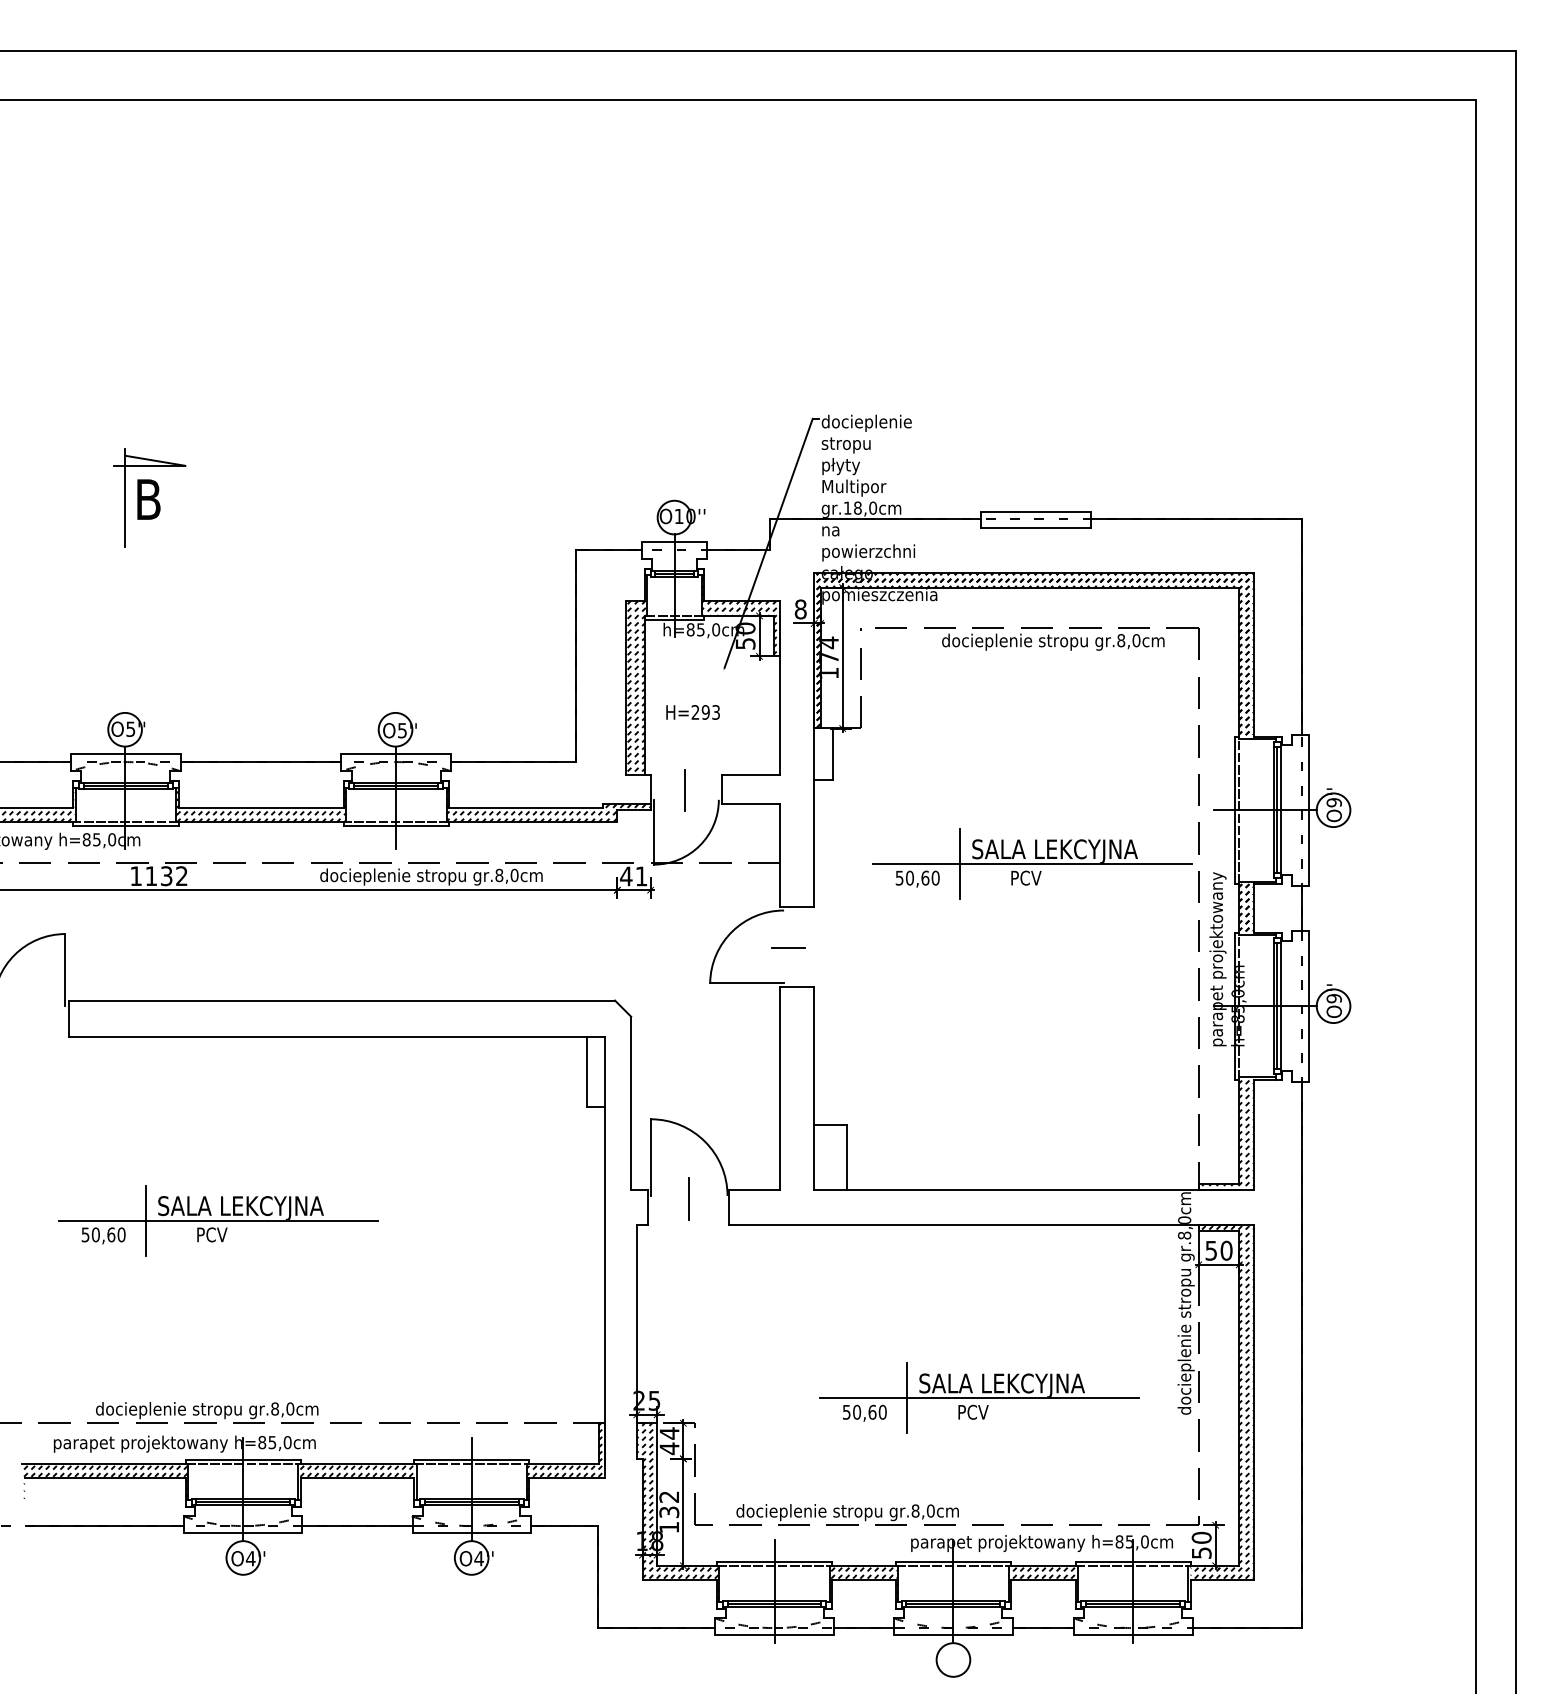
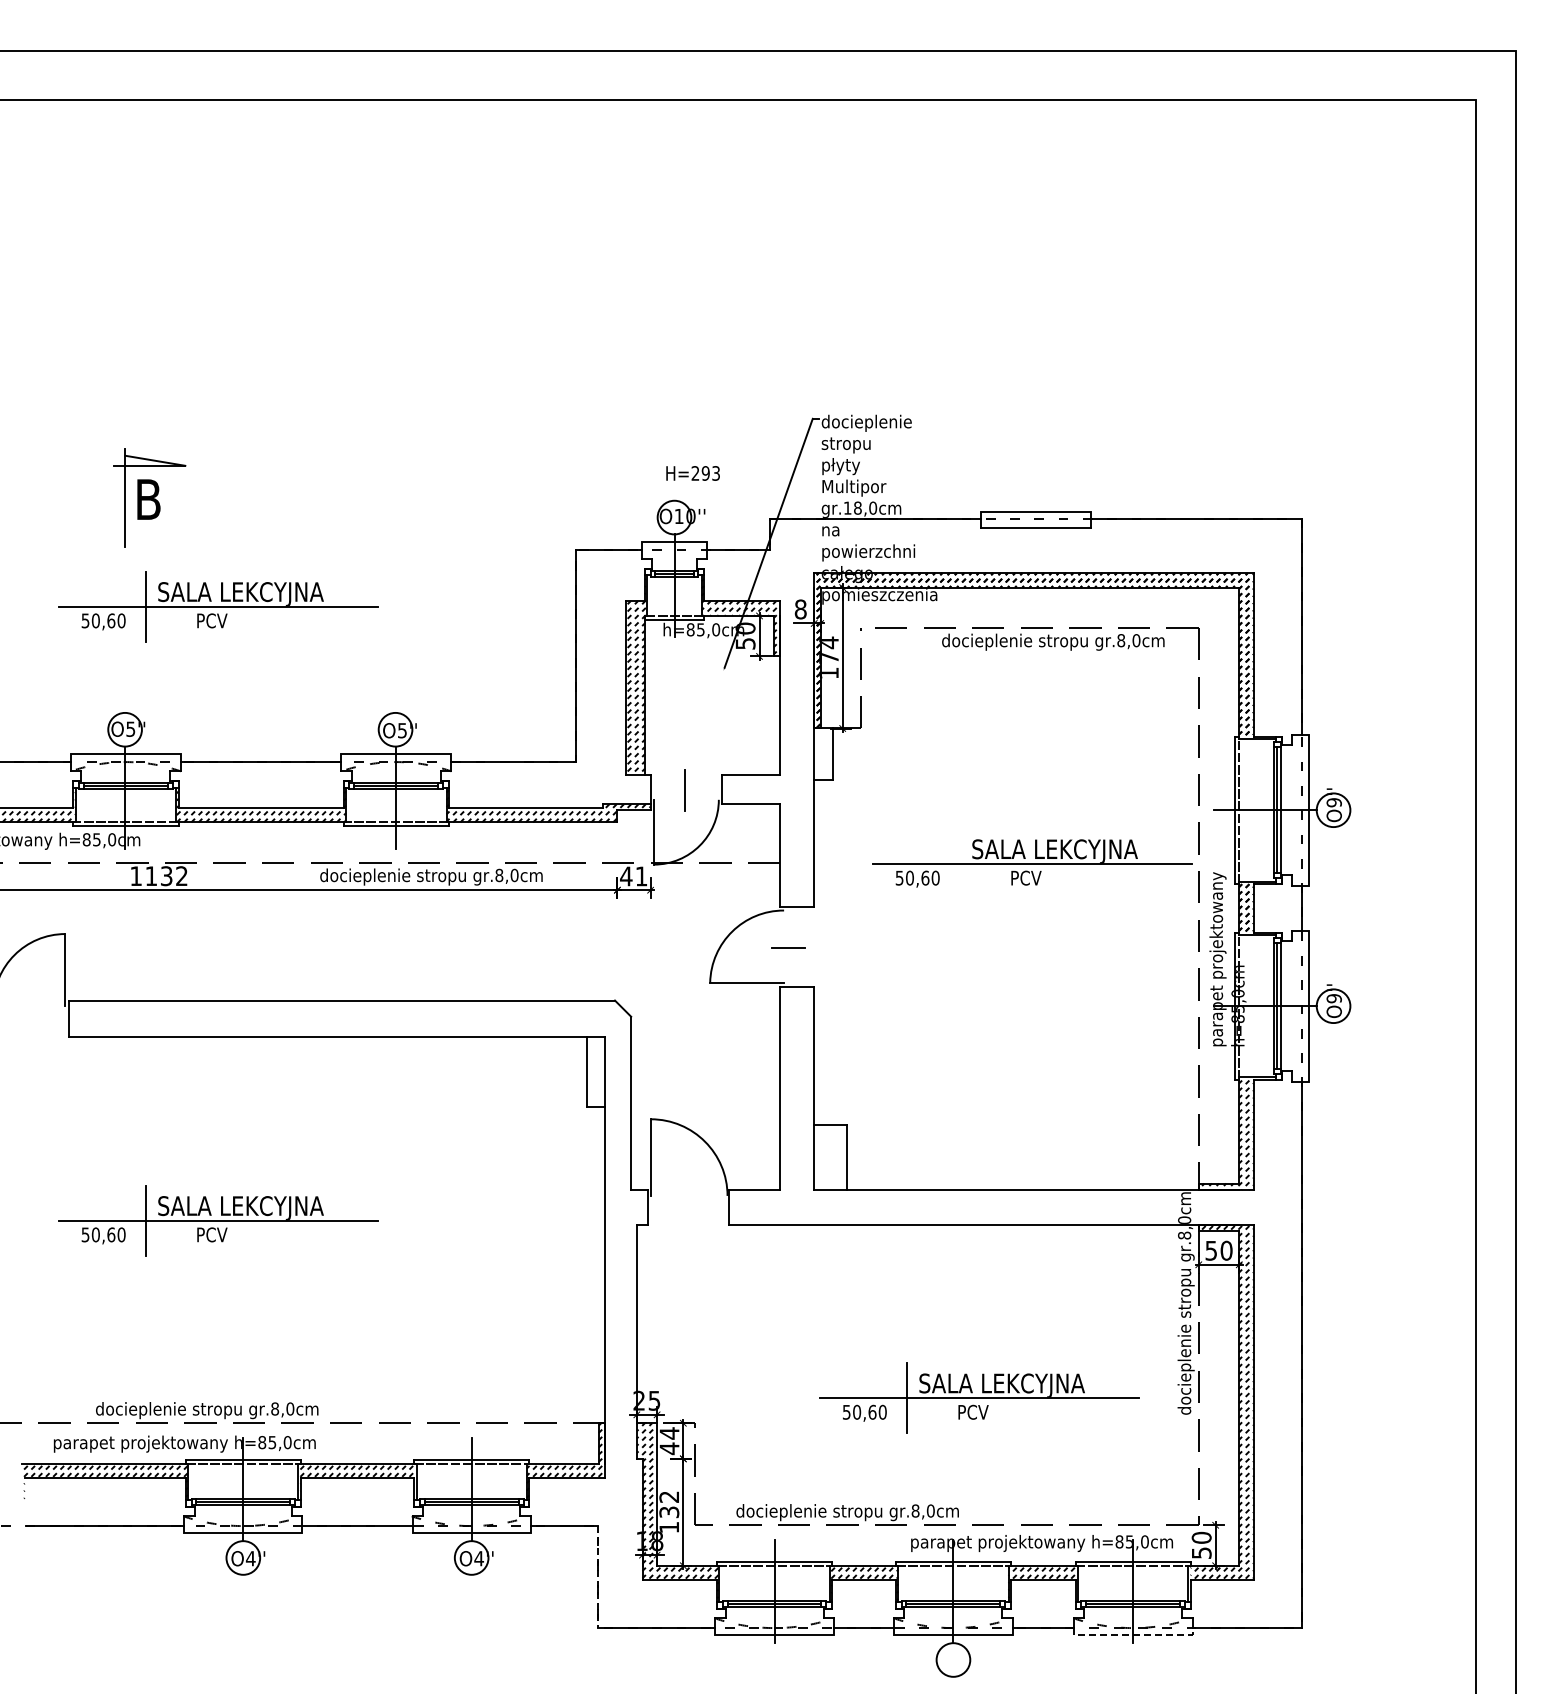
part at (218, 606): none -> present
text at (692, 712) position: (692, 712) -> (692, 473)
line at (960, 864): present -> none
line at (688, 1198): present -> none
line at (597, 1577): solid -> dashed
line at (1133, 1634): solid -> dashed
